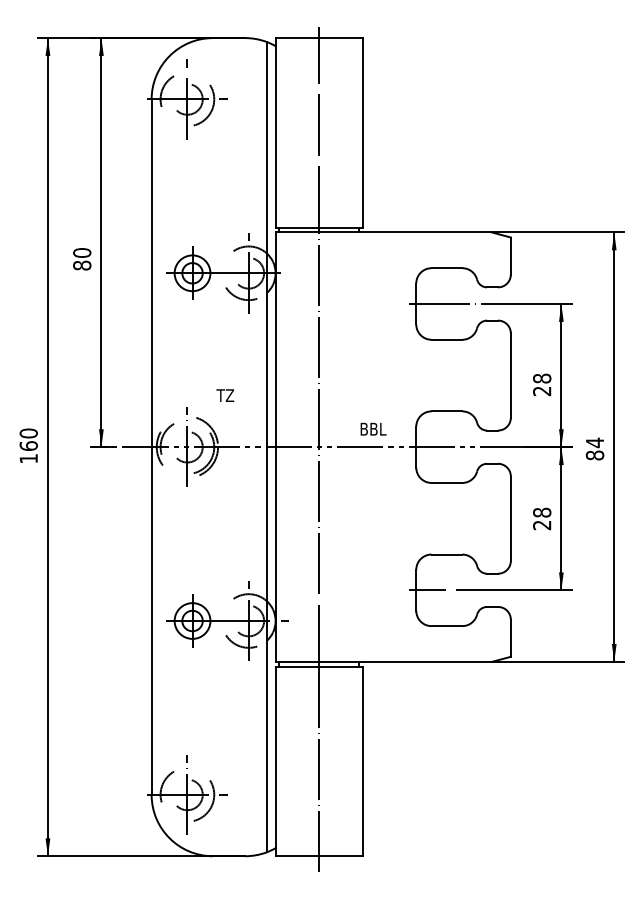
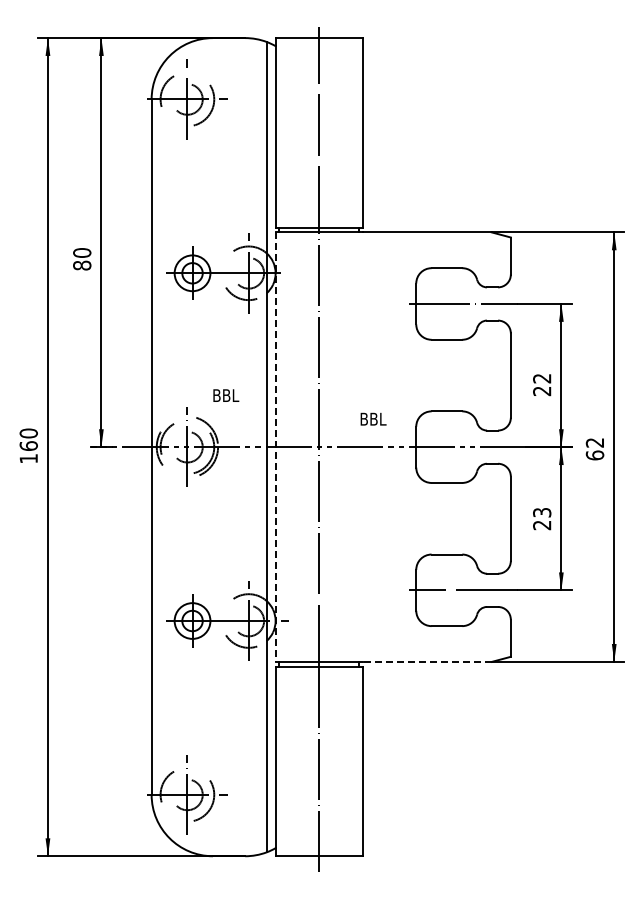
text at (542, 378): 28 -> 22
text at (226, 395): TZ -> BBL
text at (373, 428) position: (373, 428) -> (373, 418)
line at (275, 447): solid -> dashed
text at (594, 448): 84 -> 62
text at (542, 512): 28 -> 23
line at (427, 661): solid -> dashed
